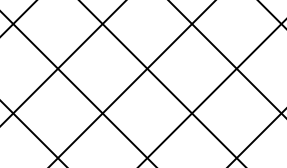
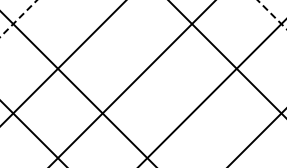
line at (272, 14): solid -> dashed
line at (19, 18): solid -> dashed
line at (161, 83): present -> none
